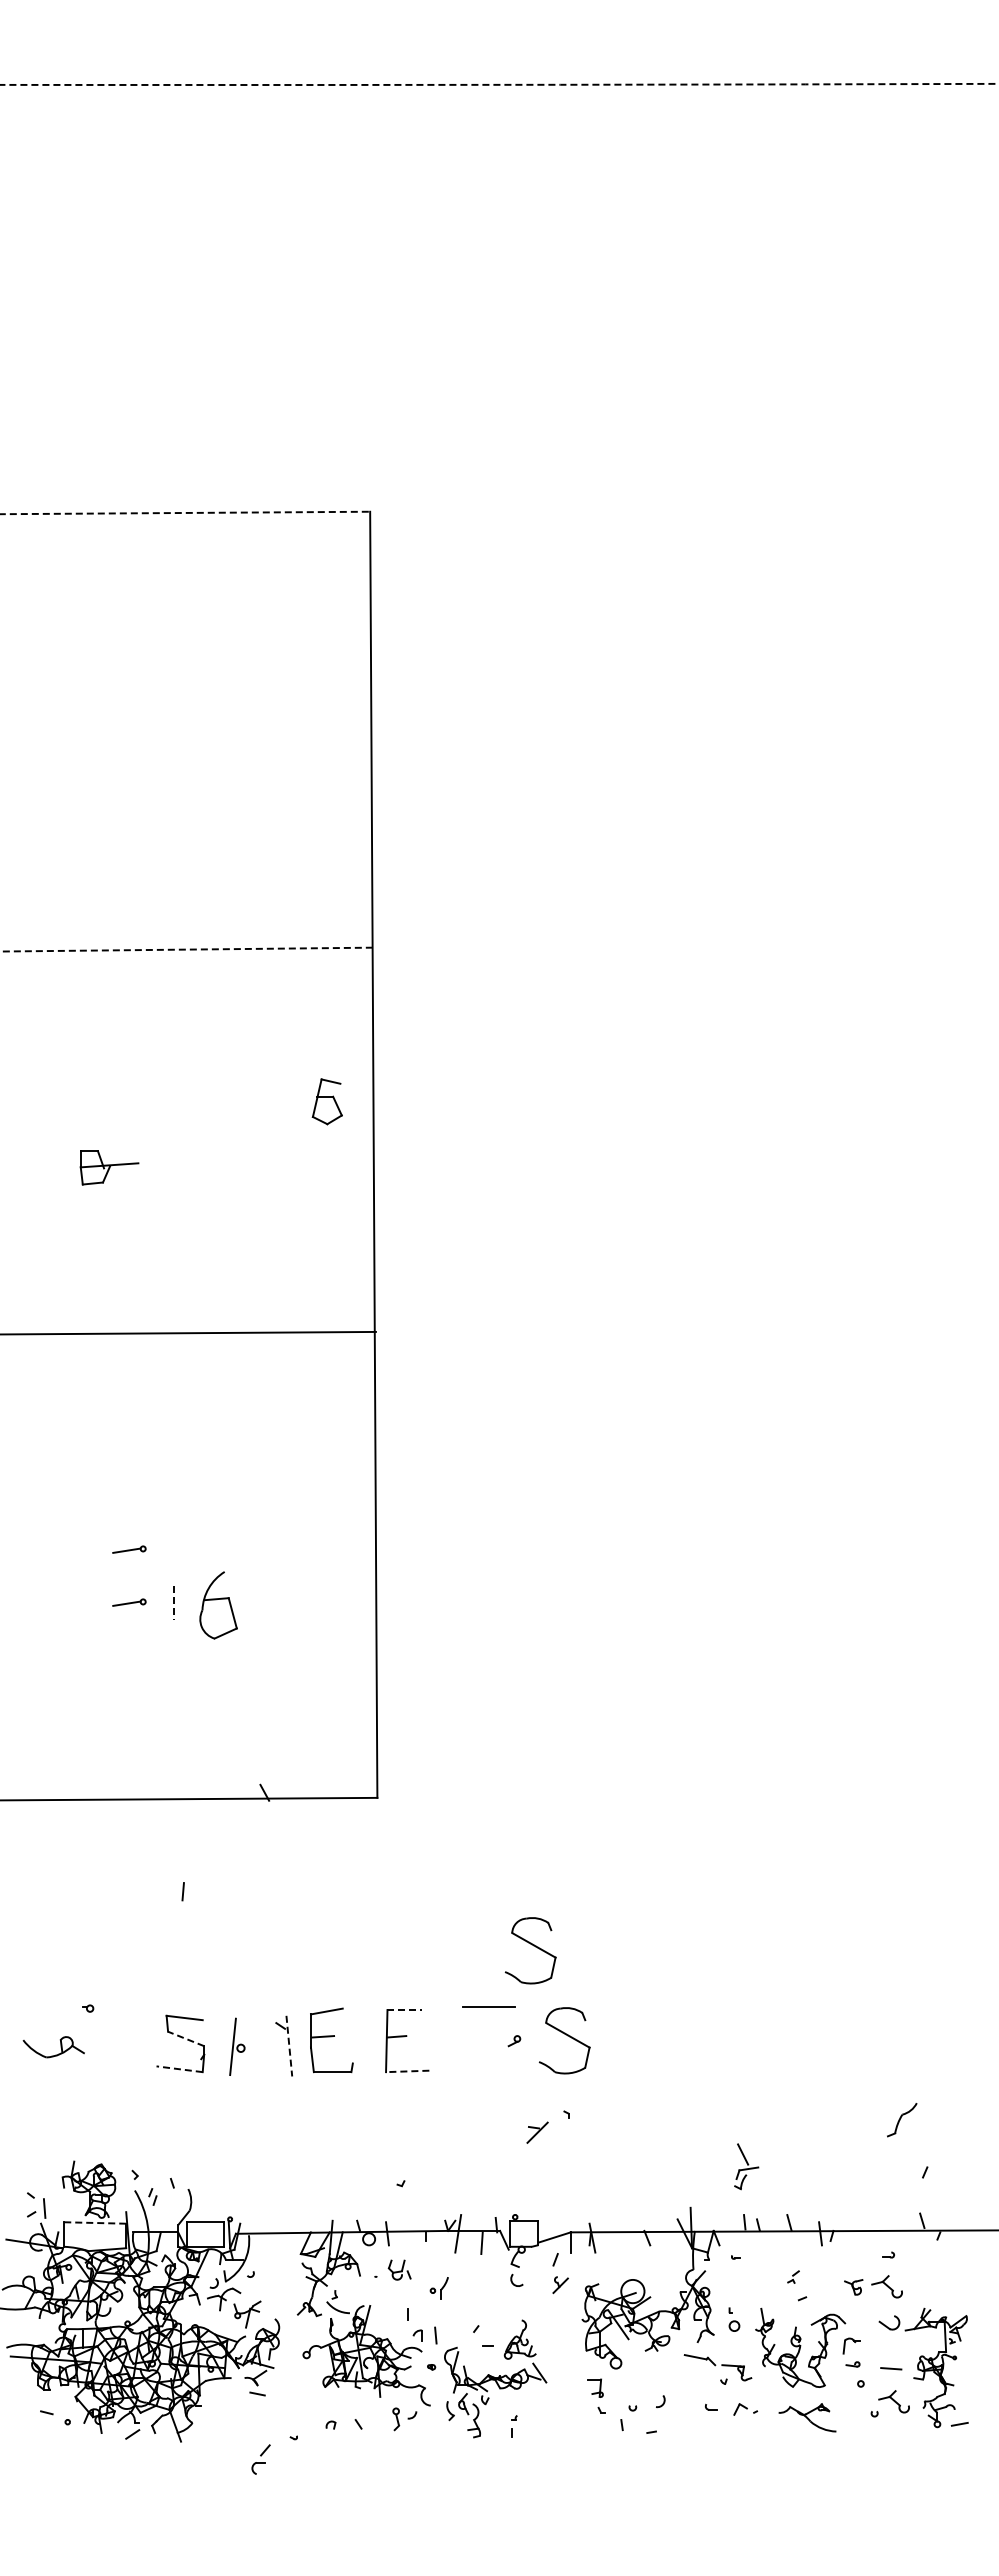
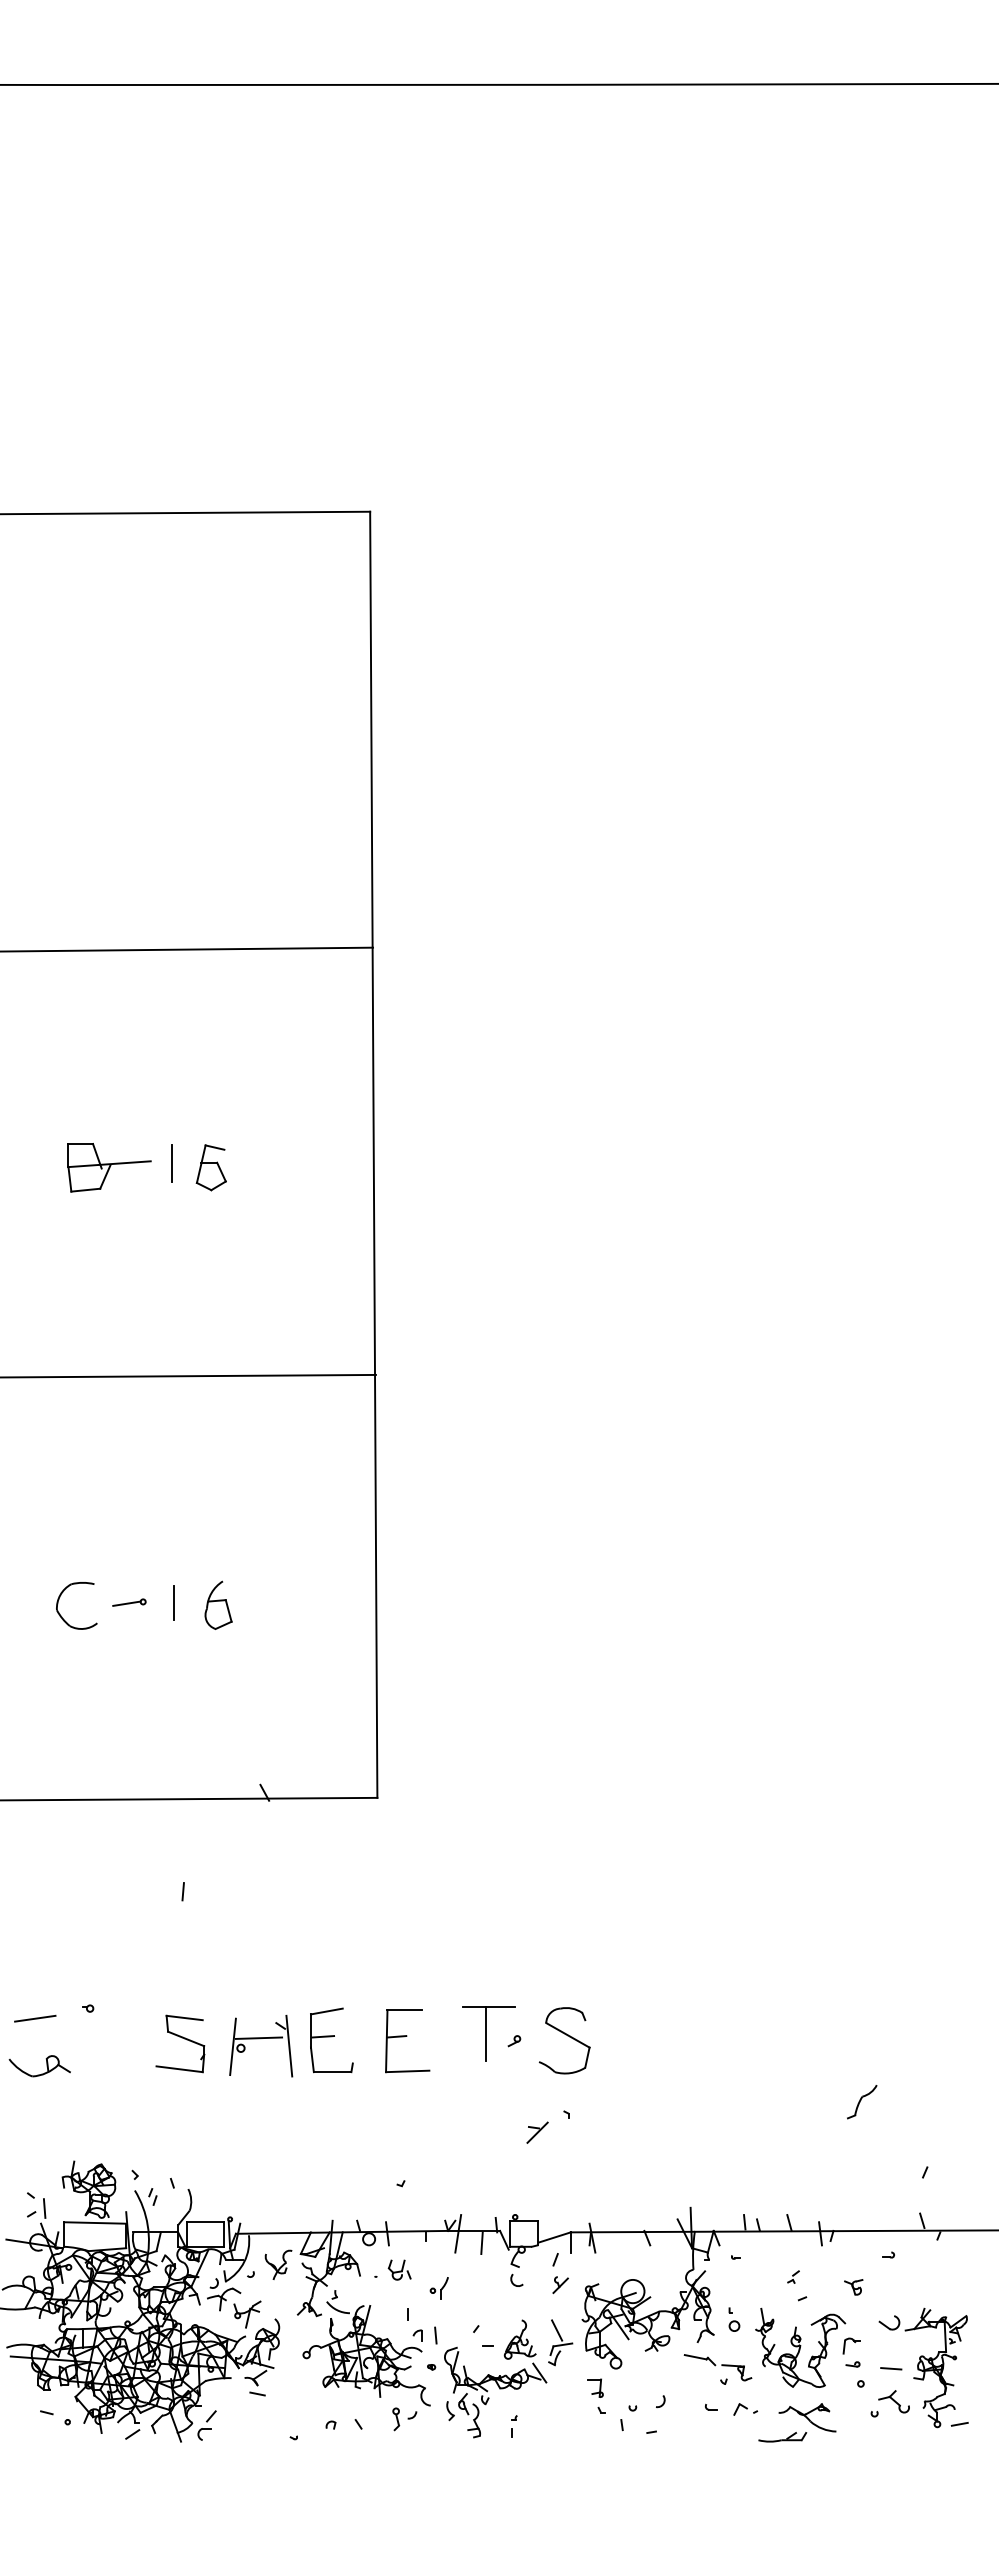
arc at (499, 84): dashed -> solid
line at (185, 512): dashed -> solid
line at (187, 949): dashed -> solid
part at (326, 1101) position: (326, 1101) -> (210, 1167)
line at (172, 1163): none -> present
part at (109, 1167) size: 61x36 px -> 85x50 px
line at (188, 1332) position: (188, 1332) -> (188, 1375)
part at (129, 1549): present -> none
line at (173, 1603): dashed -> solid
part at (218, 1605) size: 39x69 px -> 29x50 px
part at (62, 1616): none -> present
part at (530, 1950): present -> none
line at (405, 2010): dashed -> solid
line at (35, 2018): none -> present
line at (485, 2033): none -> present
line at (258, 2037): none -> present
line at (185, 2038): dashed -> solid
line at (289, 2046): dashed -> solid
part at (60, 2047) position: (60, 2047) -> (46, 2066)
line at (179, 2069): dashed -> solid
line at (407, 2071): dashed -> solid
part at (902, 2120) position: (902, 2120) -> (862, 2102)
part at (746, 2166) position: (746, 2166) -> (560, 2342)
line at (94, 2222): dashed -> solid
part at (278, 2264): none -> present
part at (886, 2286): present -> none
part at (782, 2437): none -> present
part at (260, 2459) position: (260, 2459) -> (206, 2425)
